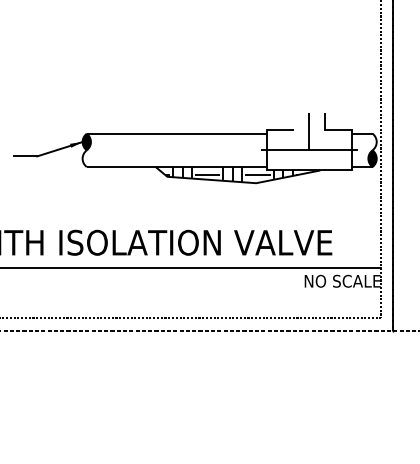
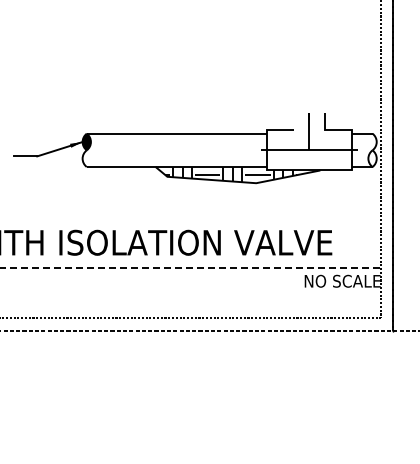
fill at (372, 158): present -> none
line at (190, 267): solid -> dashed
